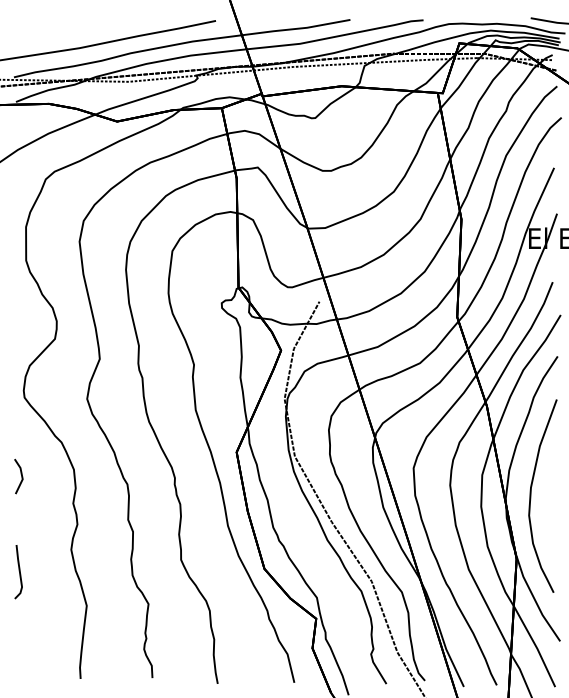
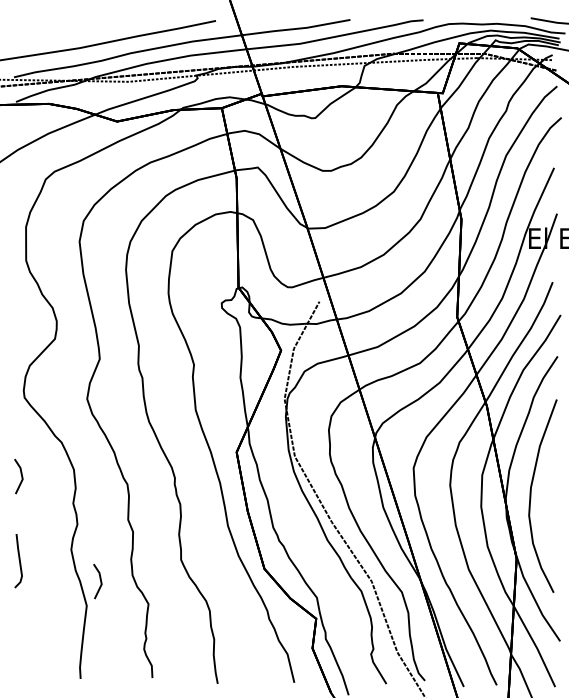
line at (18, 571) position: (18, 571) -> (18, 560)
line at (99, 579): none -> present
